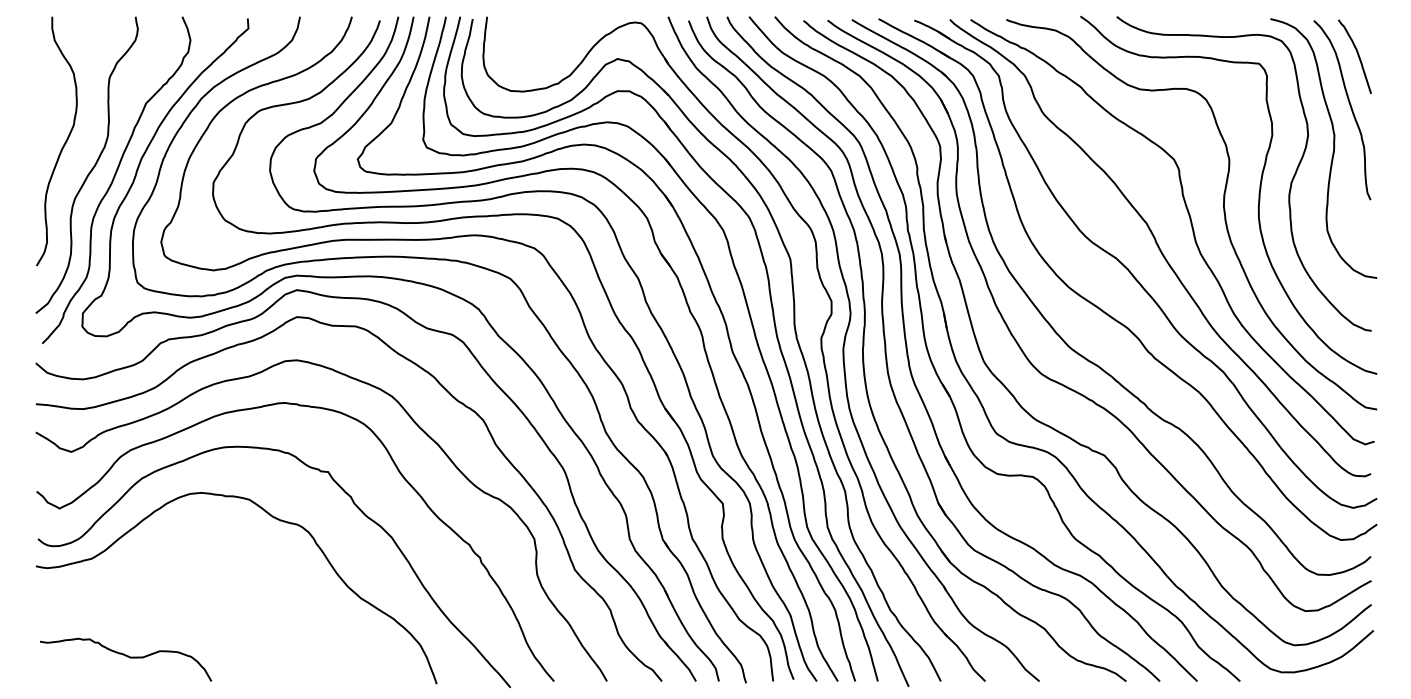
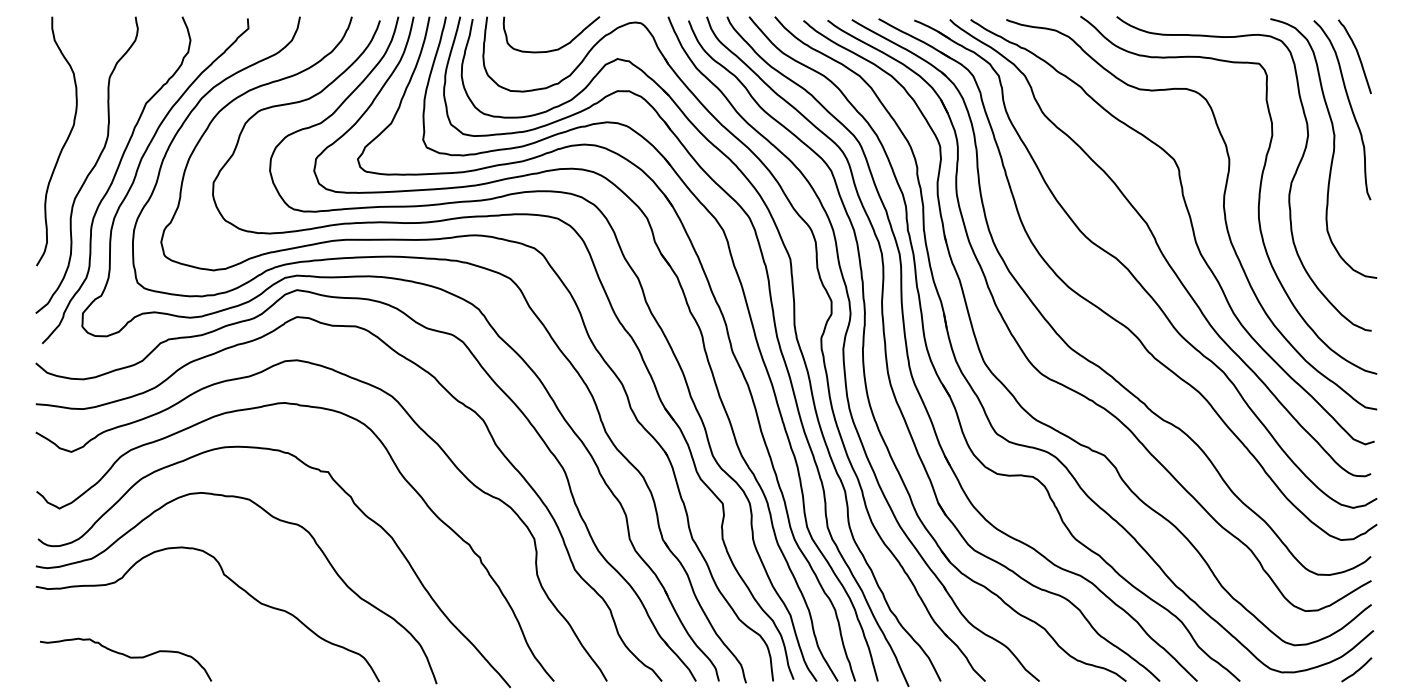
curve at (552, 49): none -> present
curve at (234, 584): none -> present
curve at (1357, 669): none -> present
